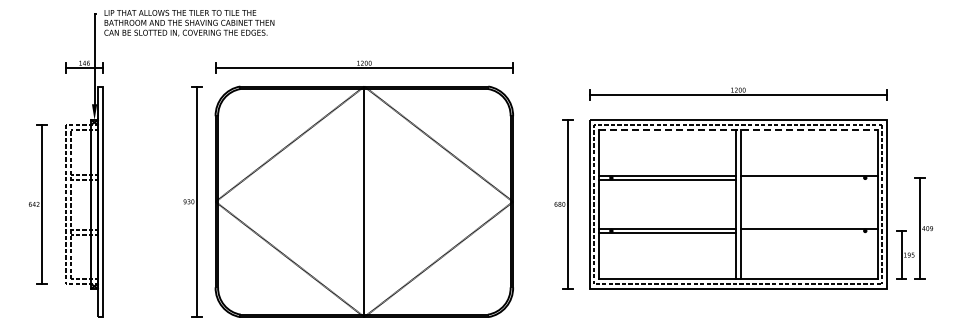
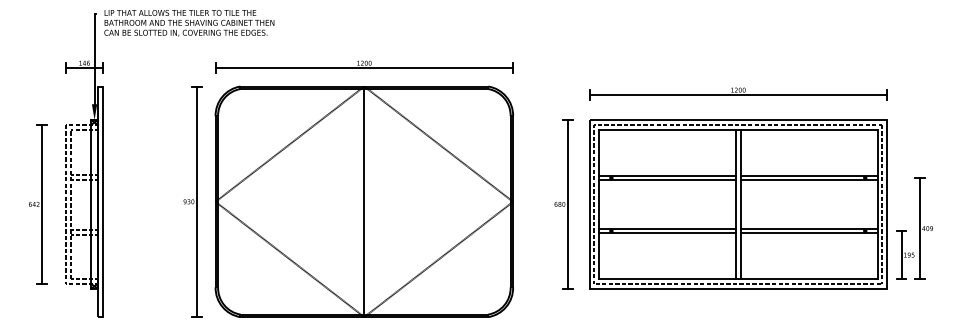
line at (738, 129): dashed -> solid
line at (808, 180): none -> present
line at (808, 233): none -> present
